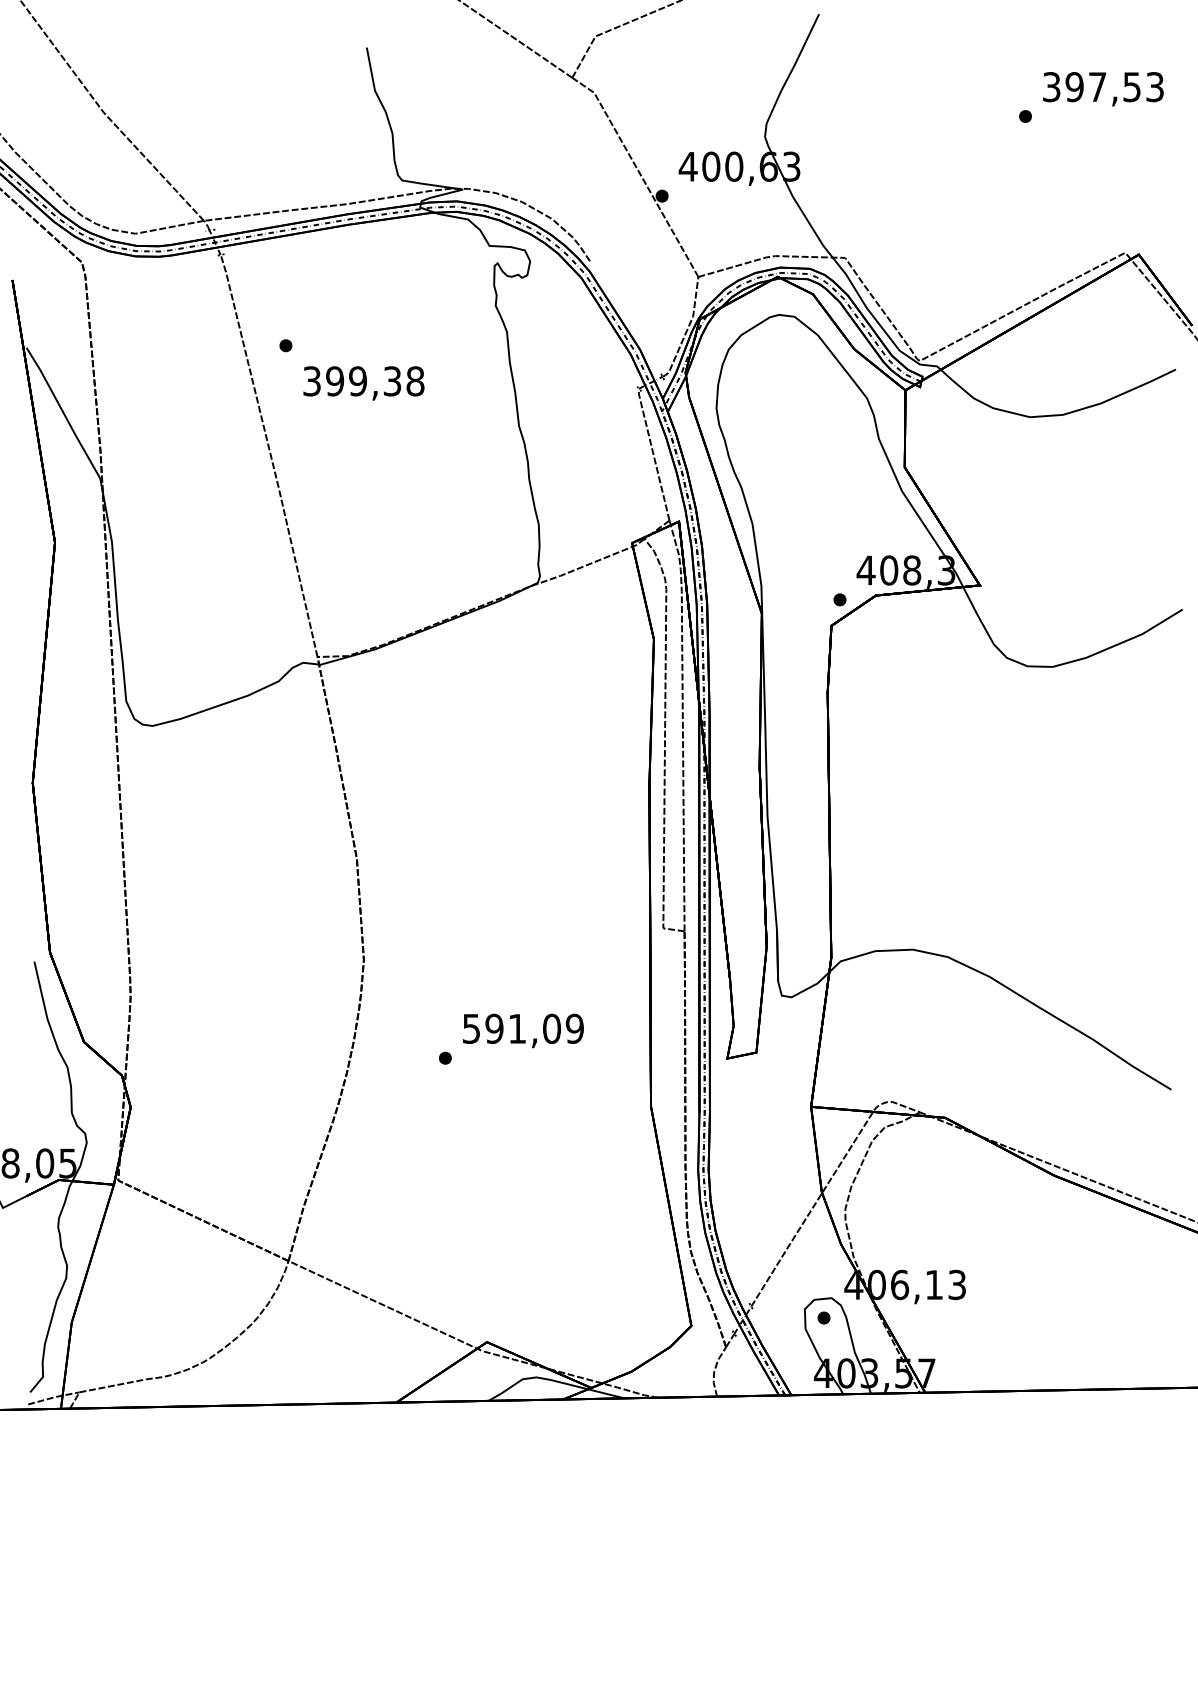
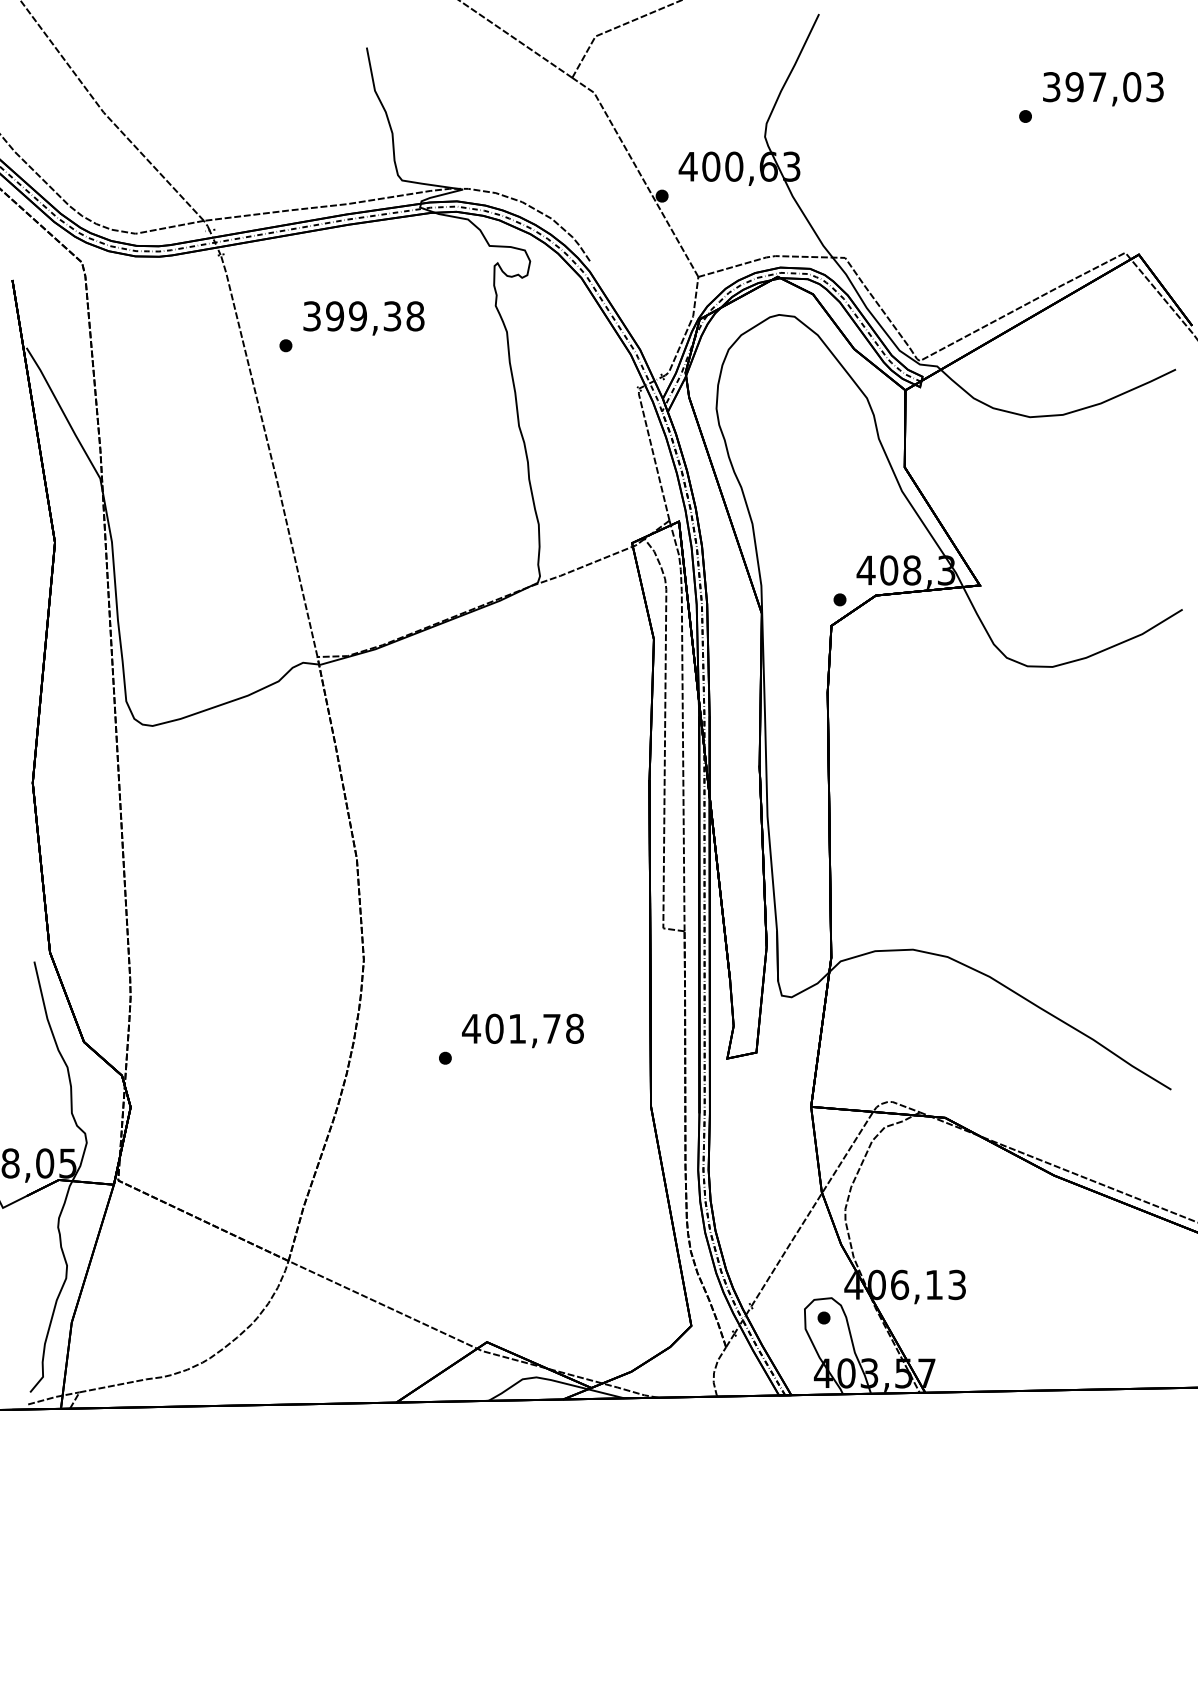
text at (1132, 87): 397,53 -> 397,03
text at (363, 383) position: (363, 383) -> (363, 318)
text at (522, 1028): 591,09 -> 401,78
